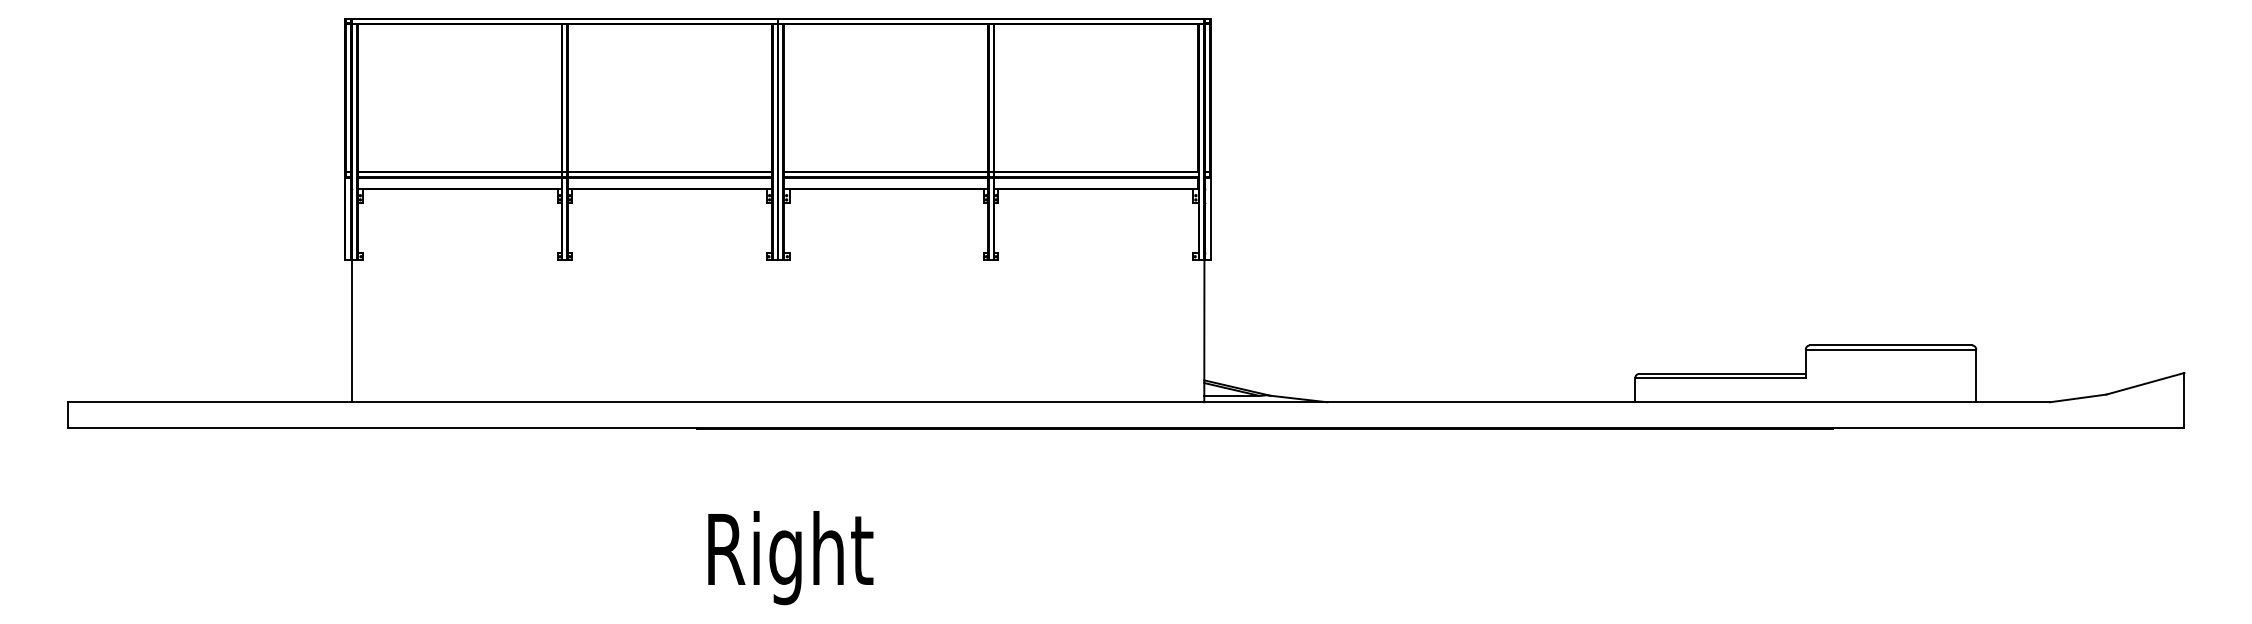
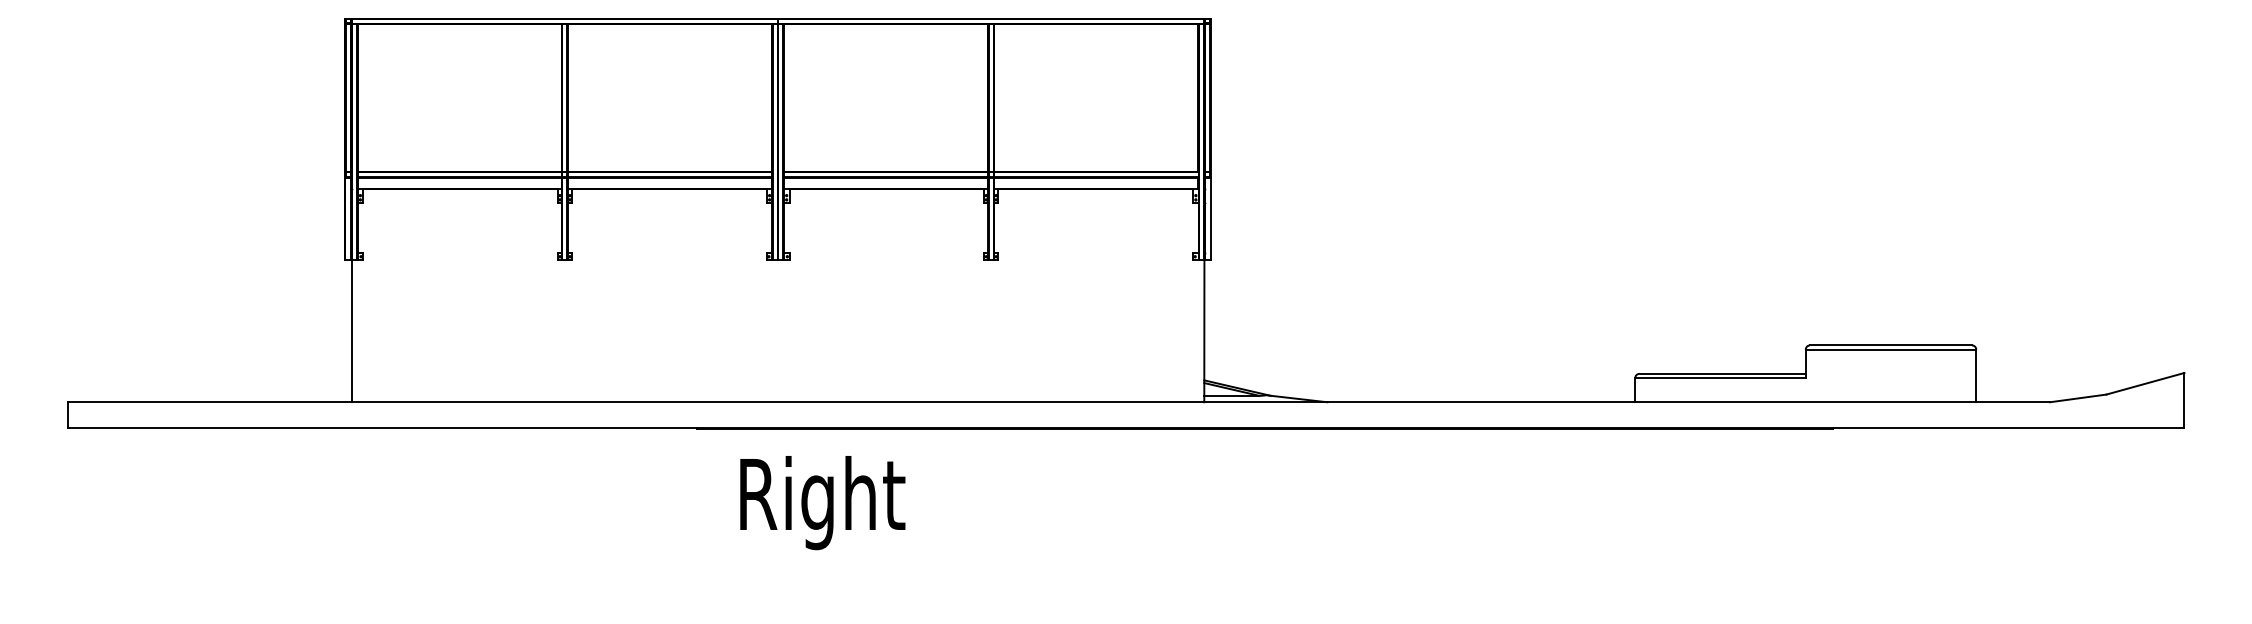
text at (790, 558) position: (790, 558) -> (822, 503)
